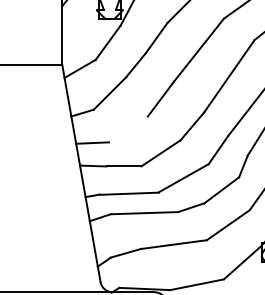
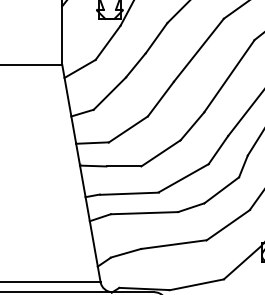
line at (127, 129): none -> present
line at (51, 282): none -> present
